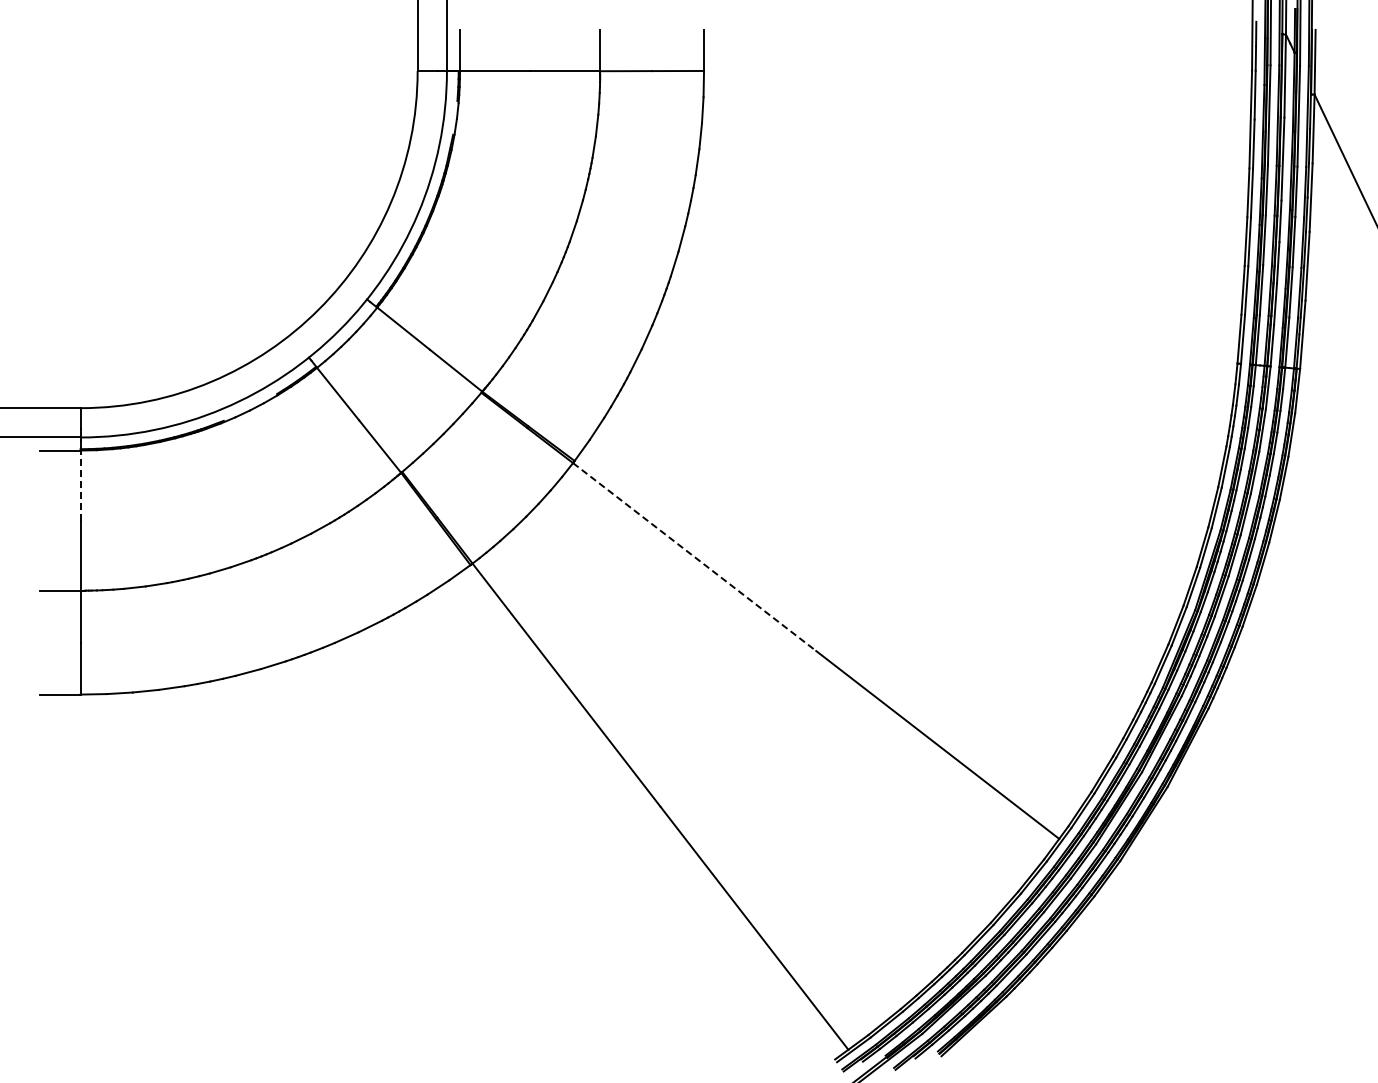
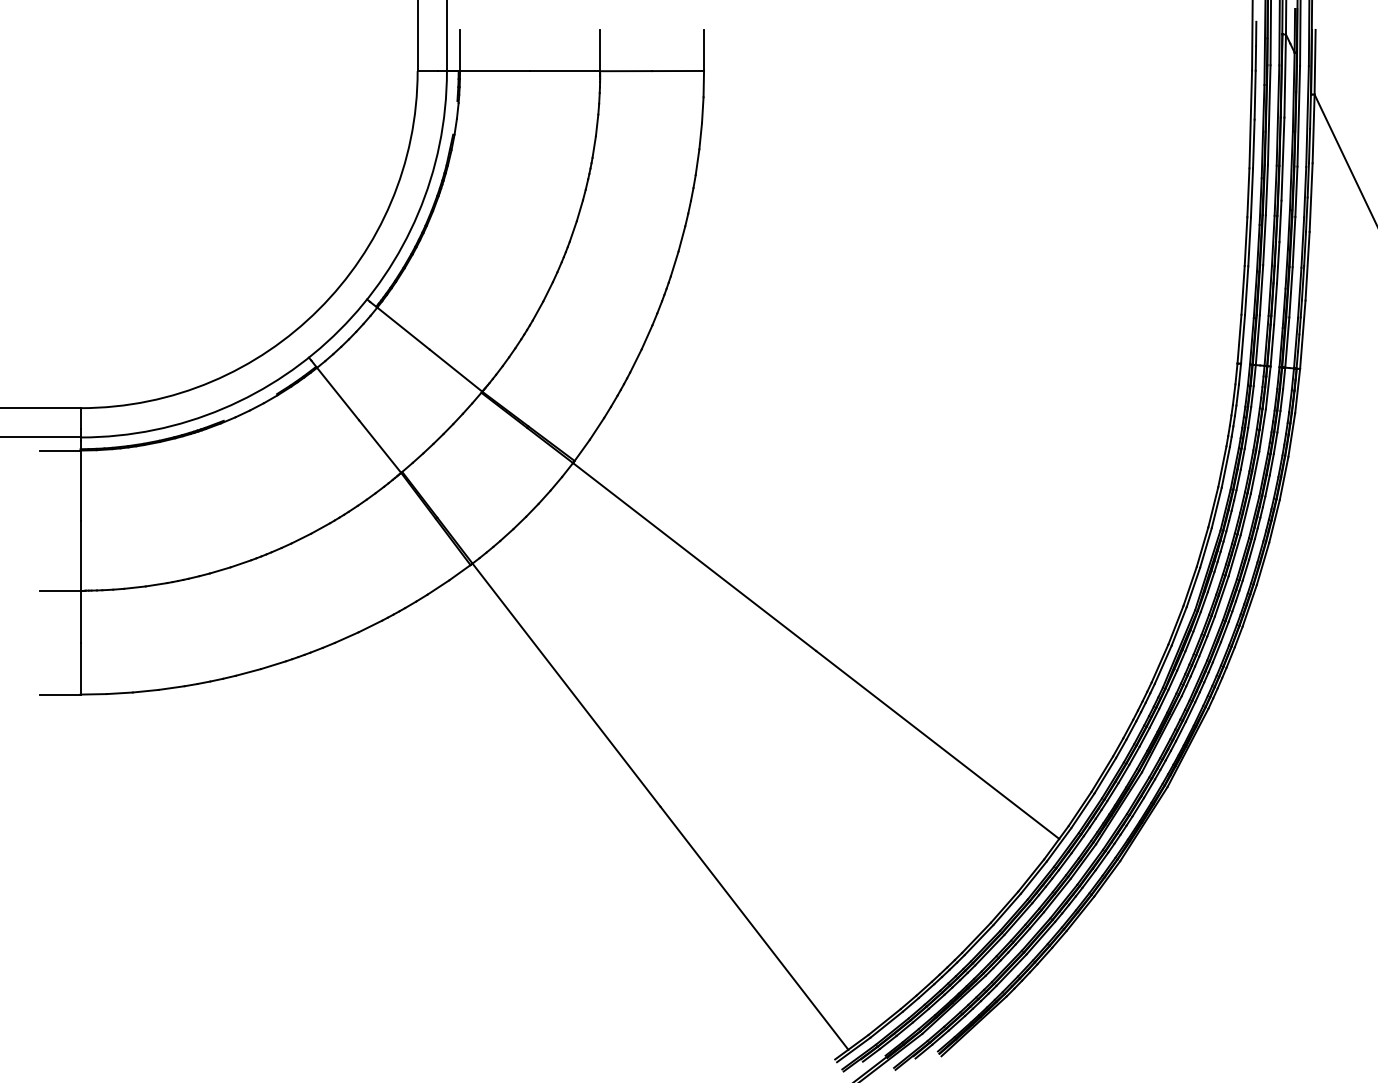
line at (80, 485): dashed -> solid
line at (694, 557): dashed -> solid
